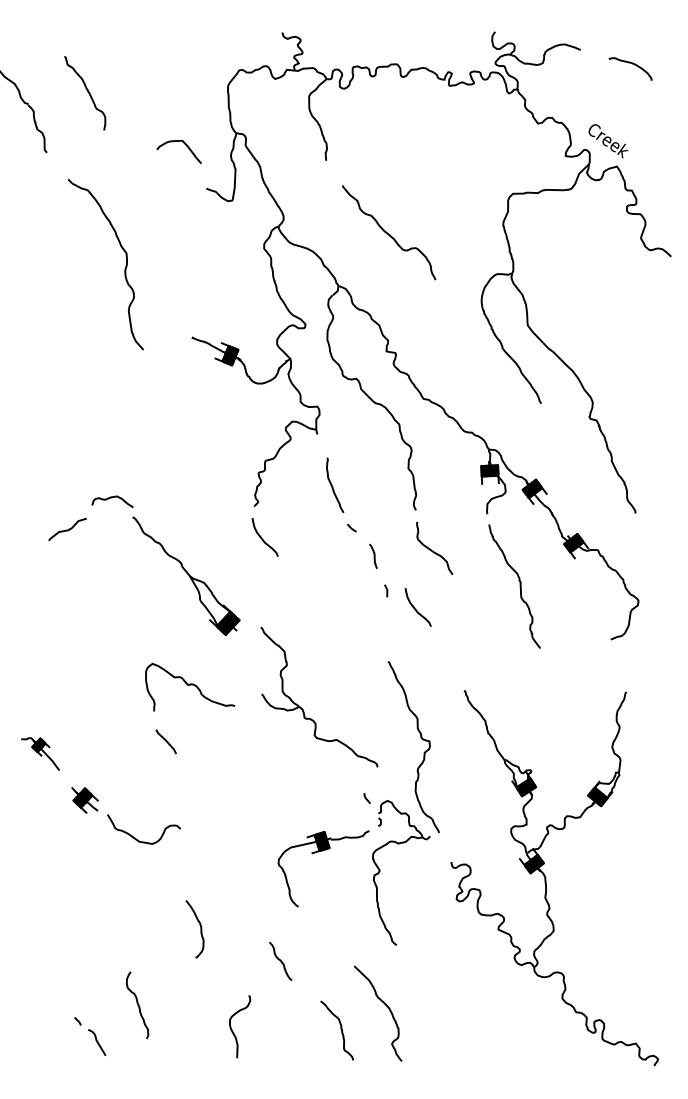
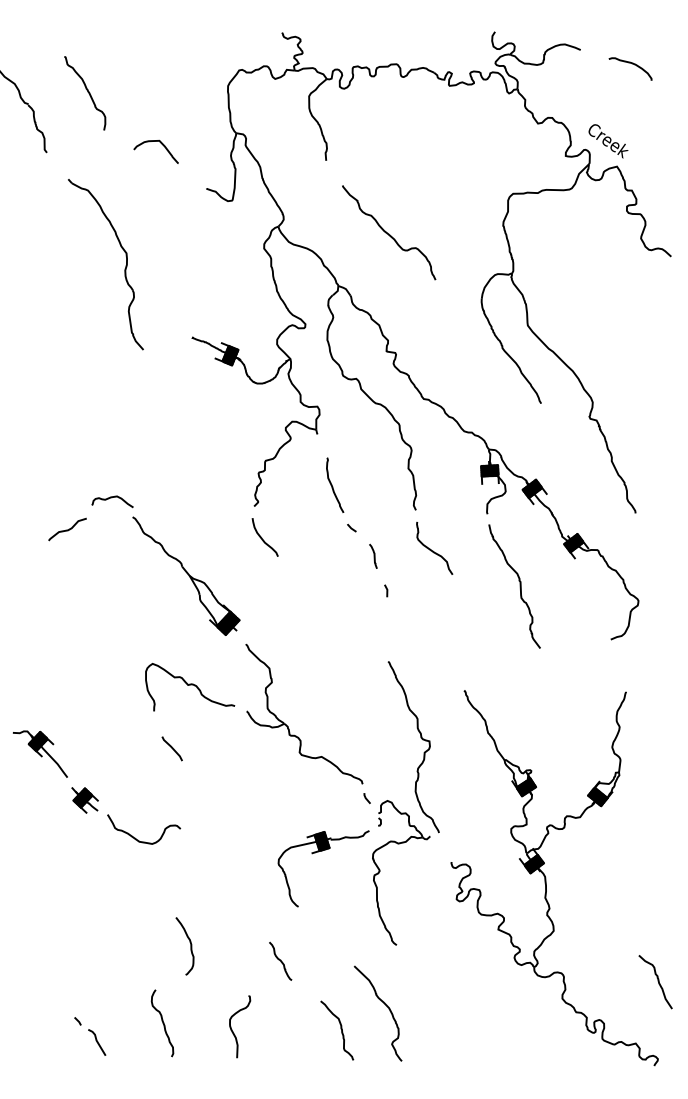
curve at (184, 144) position: (184, 144) -> (161, 144)
curve at (415, 607): present -> none
part at (303, 709) position: (303, 709) -> (288, 726)
line at (165, 741) position: (165, 741) -> (171, 748)
part at (40, 753) size: 39x34 px -> 55x48 px
curve at (200, 929) position: (200, 929) -> (190, 946)
curve at (657, 981): none -> present
curve at (137, 1005) position: (137, 1005) -> (162, 1023)
